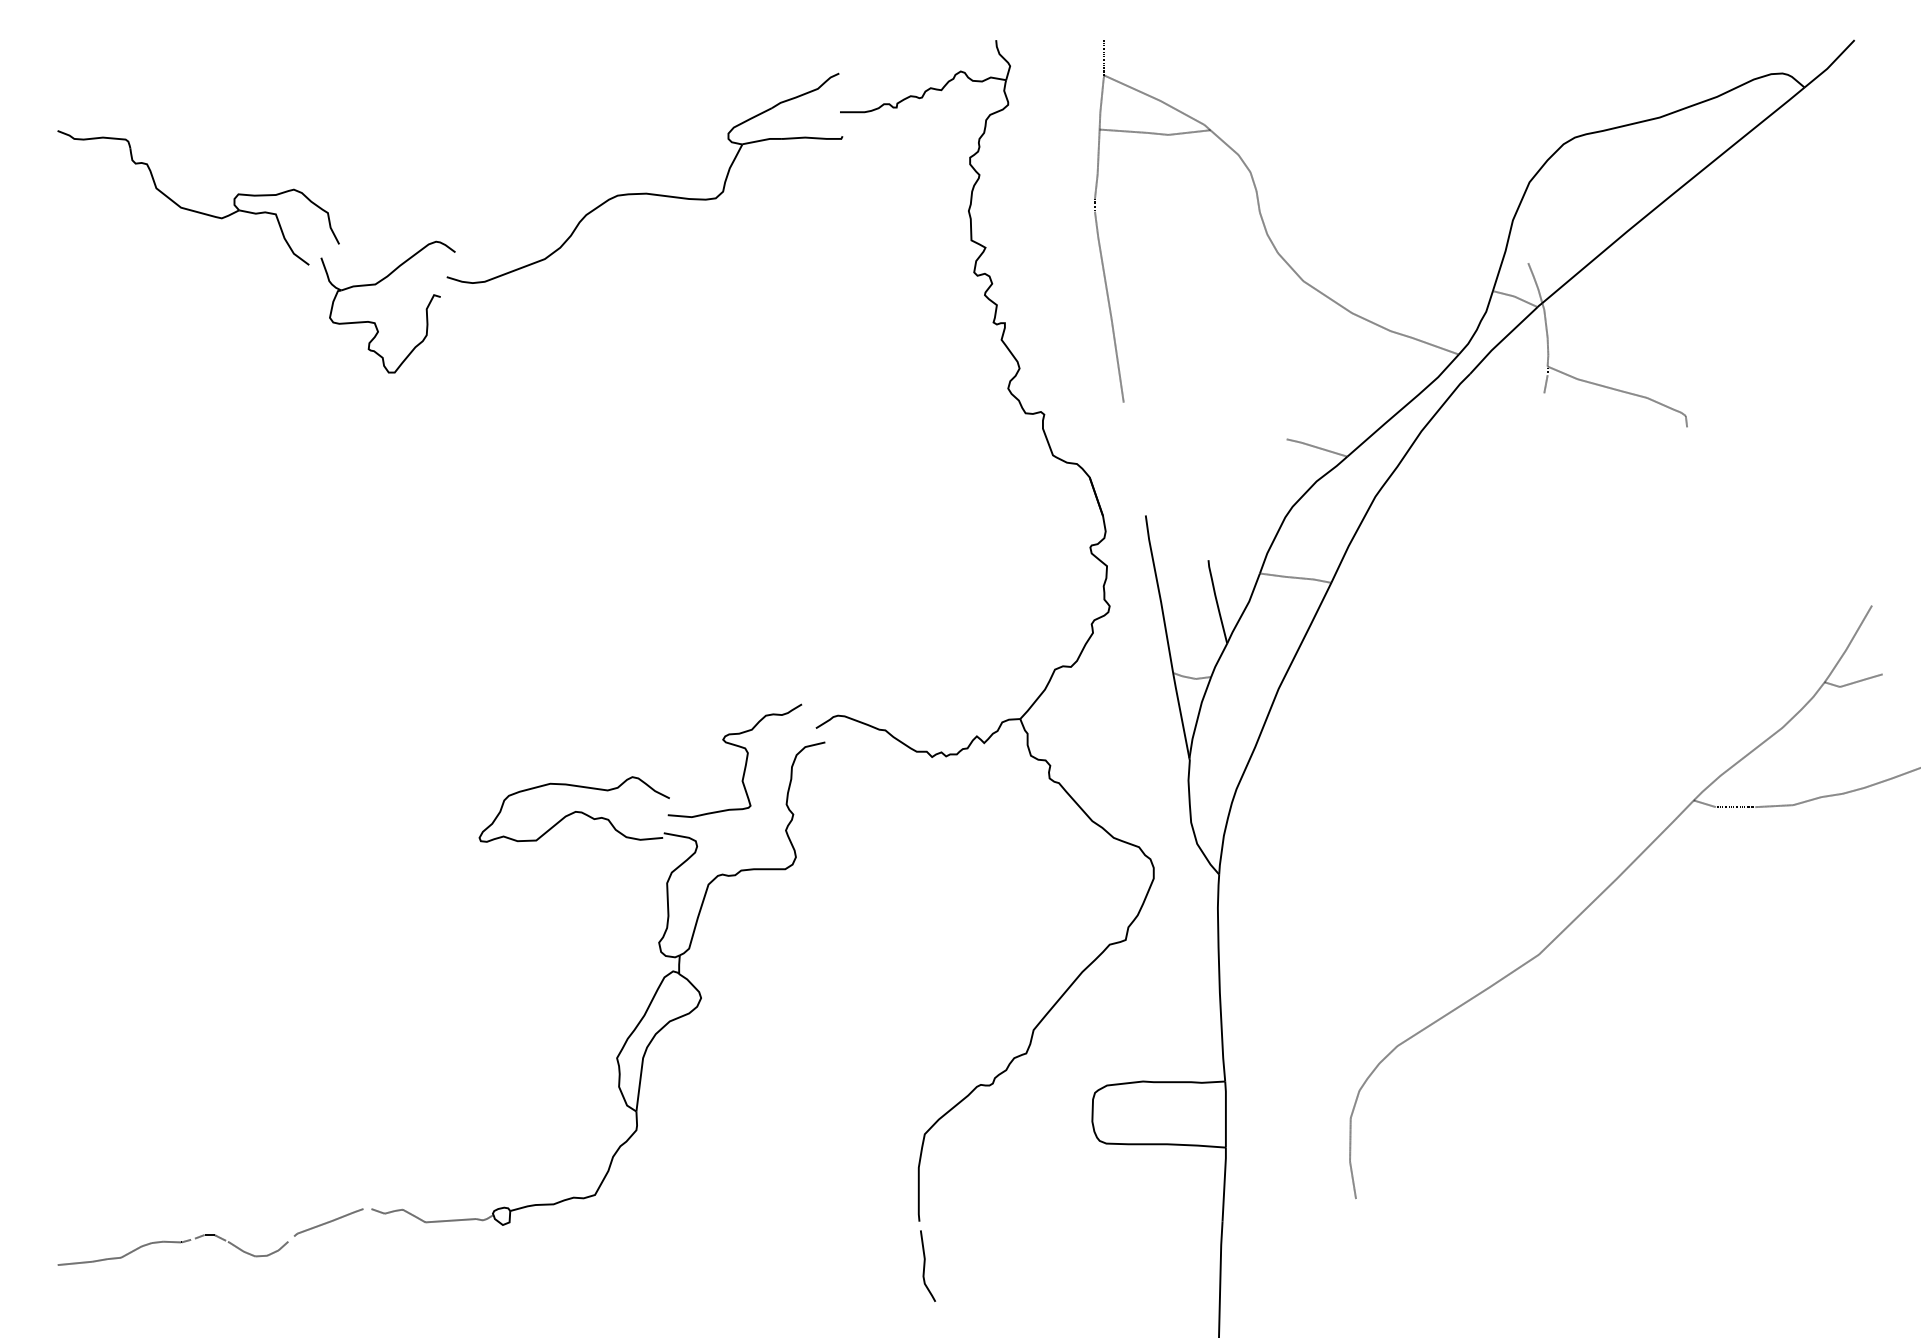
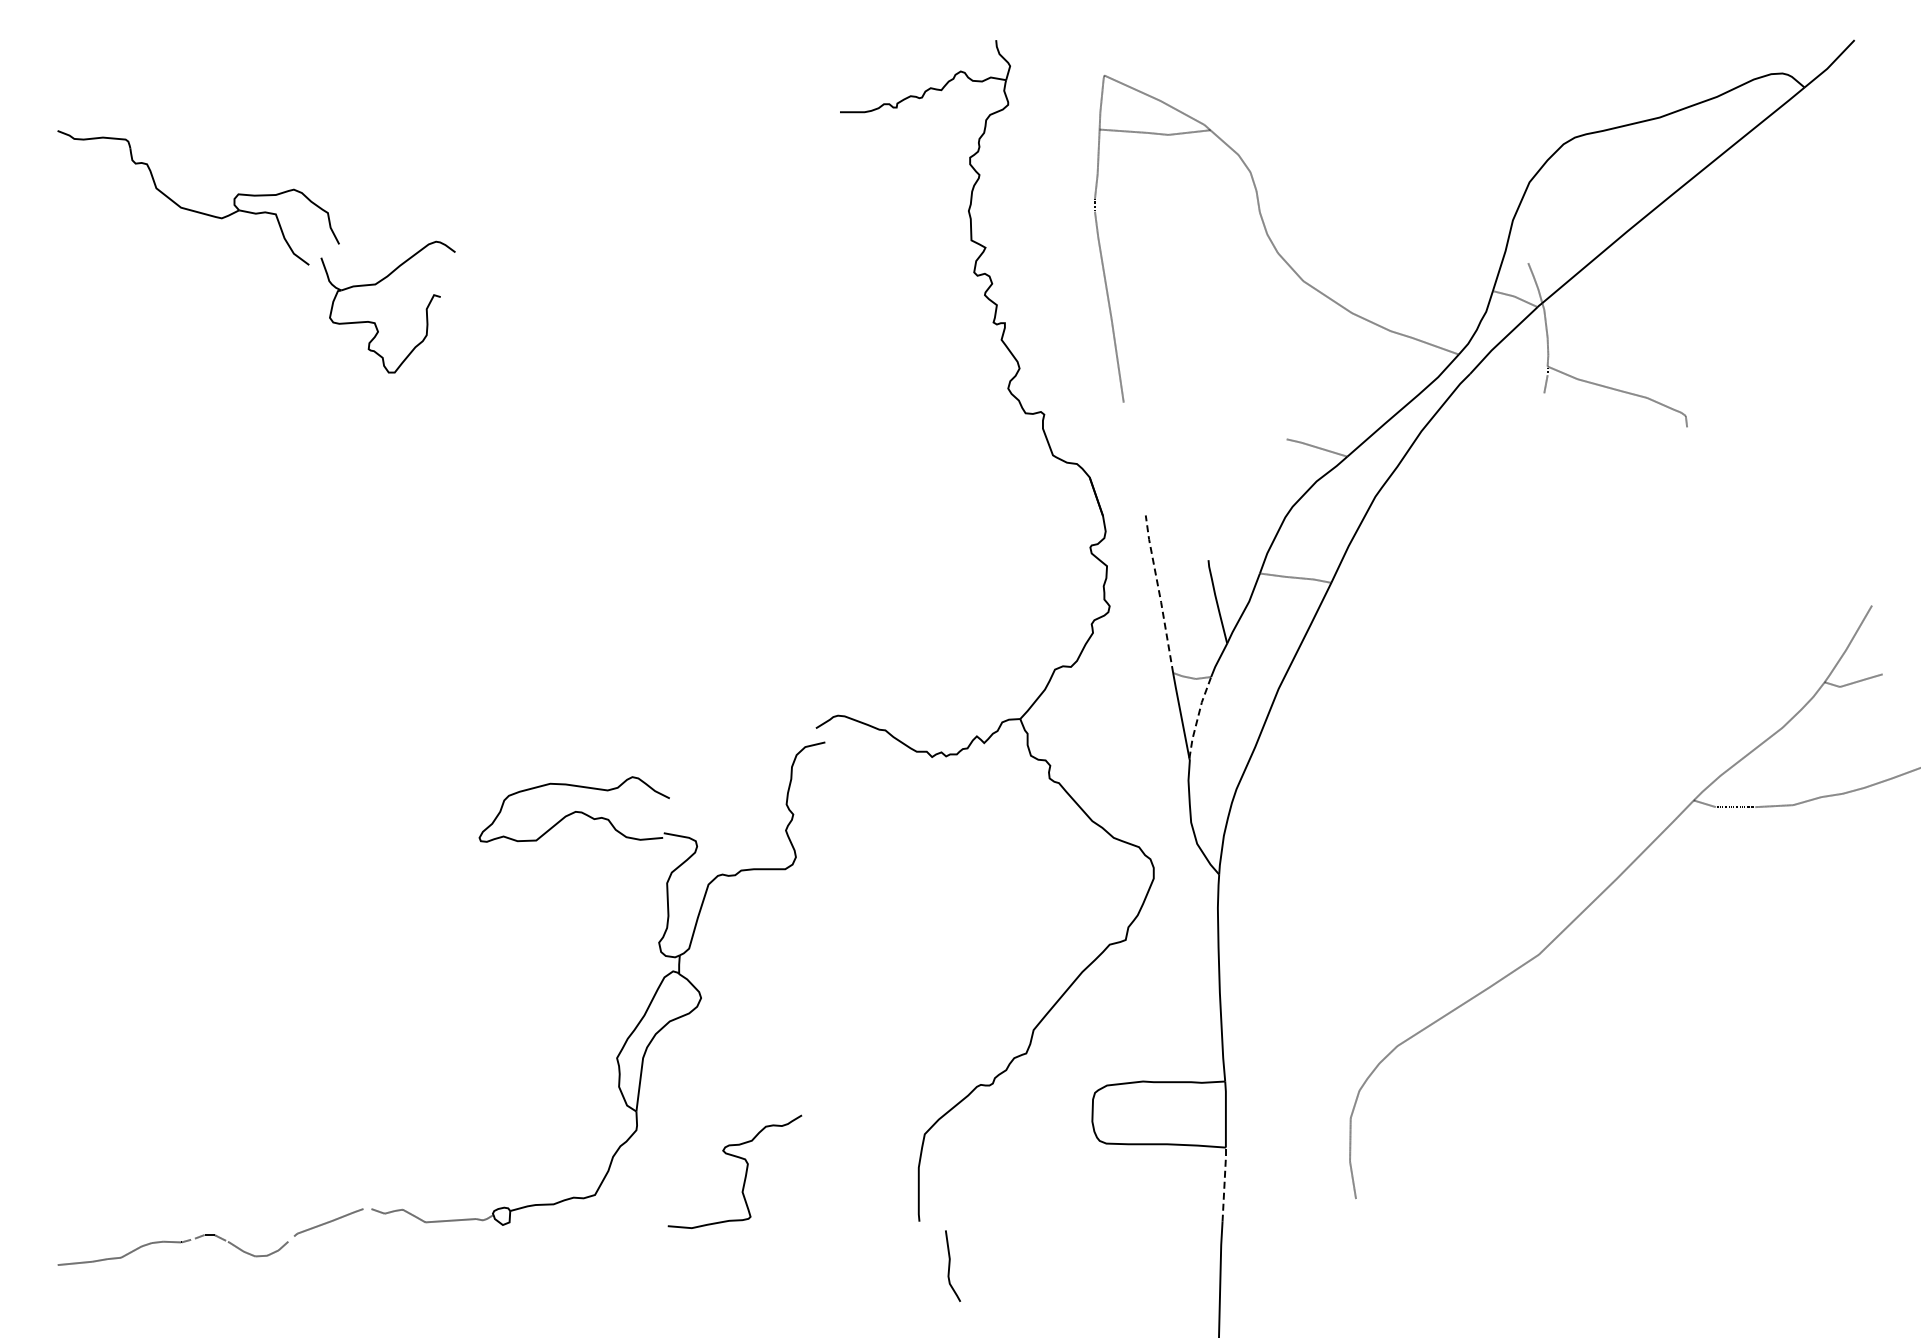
line at (1104, 57): present -> none
part at (644, 192): present -> none
line at (1159, 593): solid -> dashed
line at (1198, 716): solid -> dashed
curve at (745, 760) position: (745, 760) -> (745, 1171)
line at (1224, 1184): solid -> dashed
curve at (925, 1265) position: (925, 1265) -> (950, 1265)
